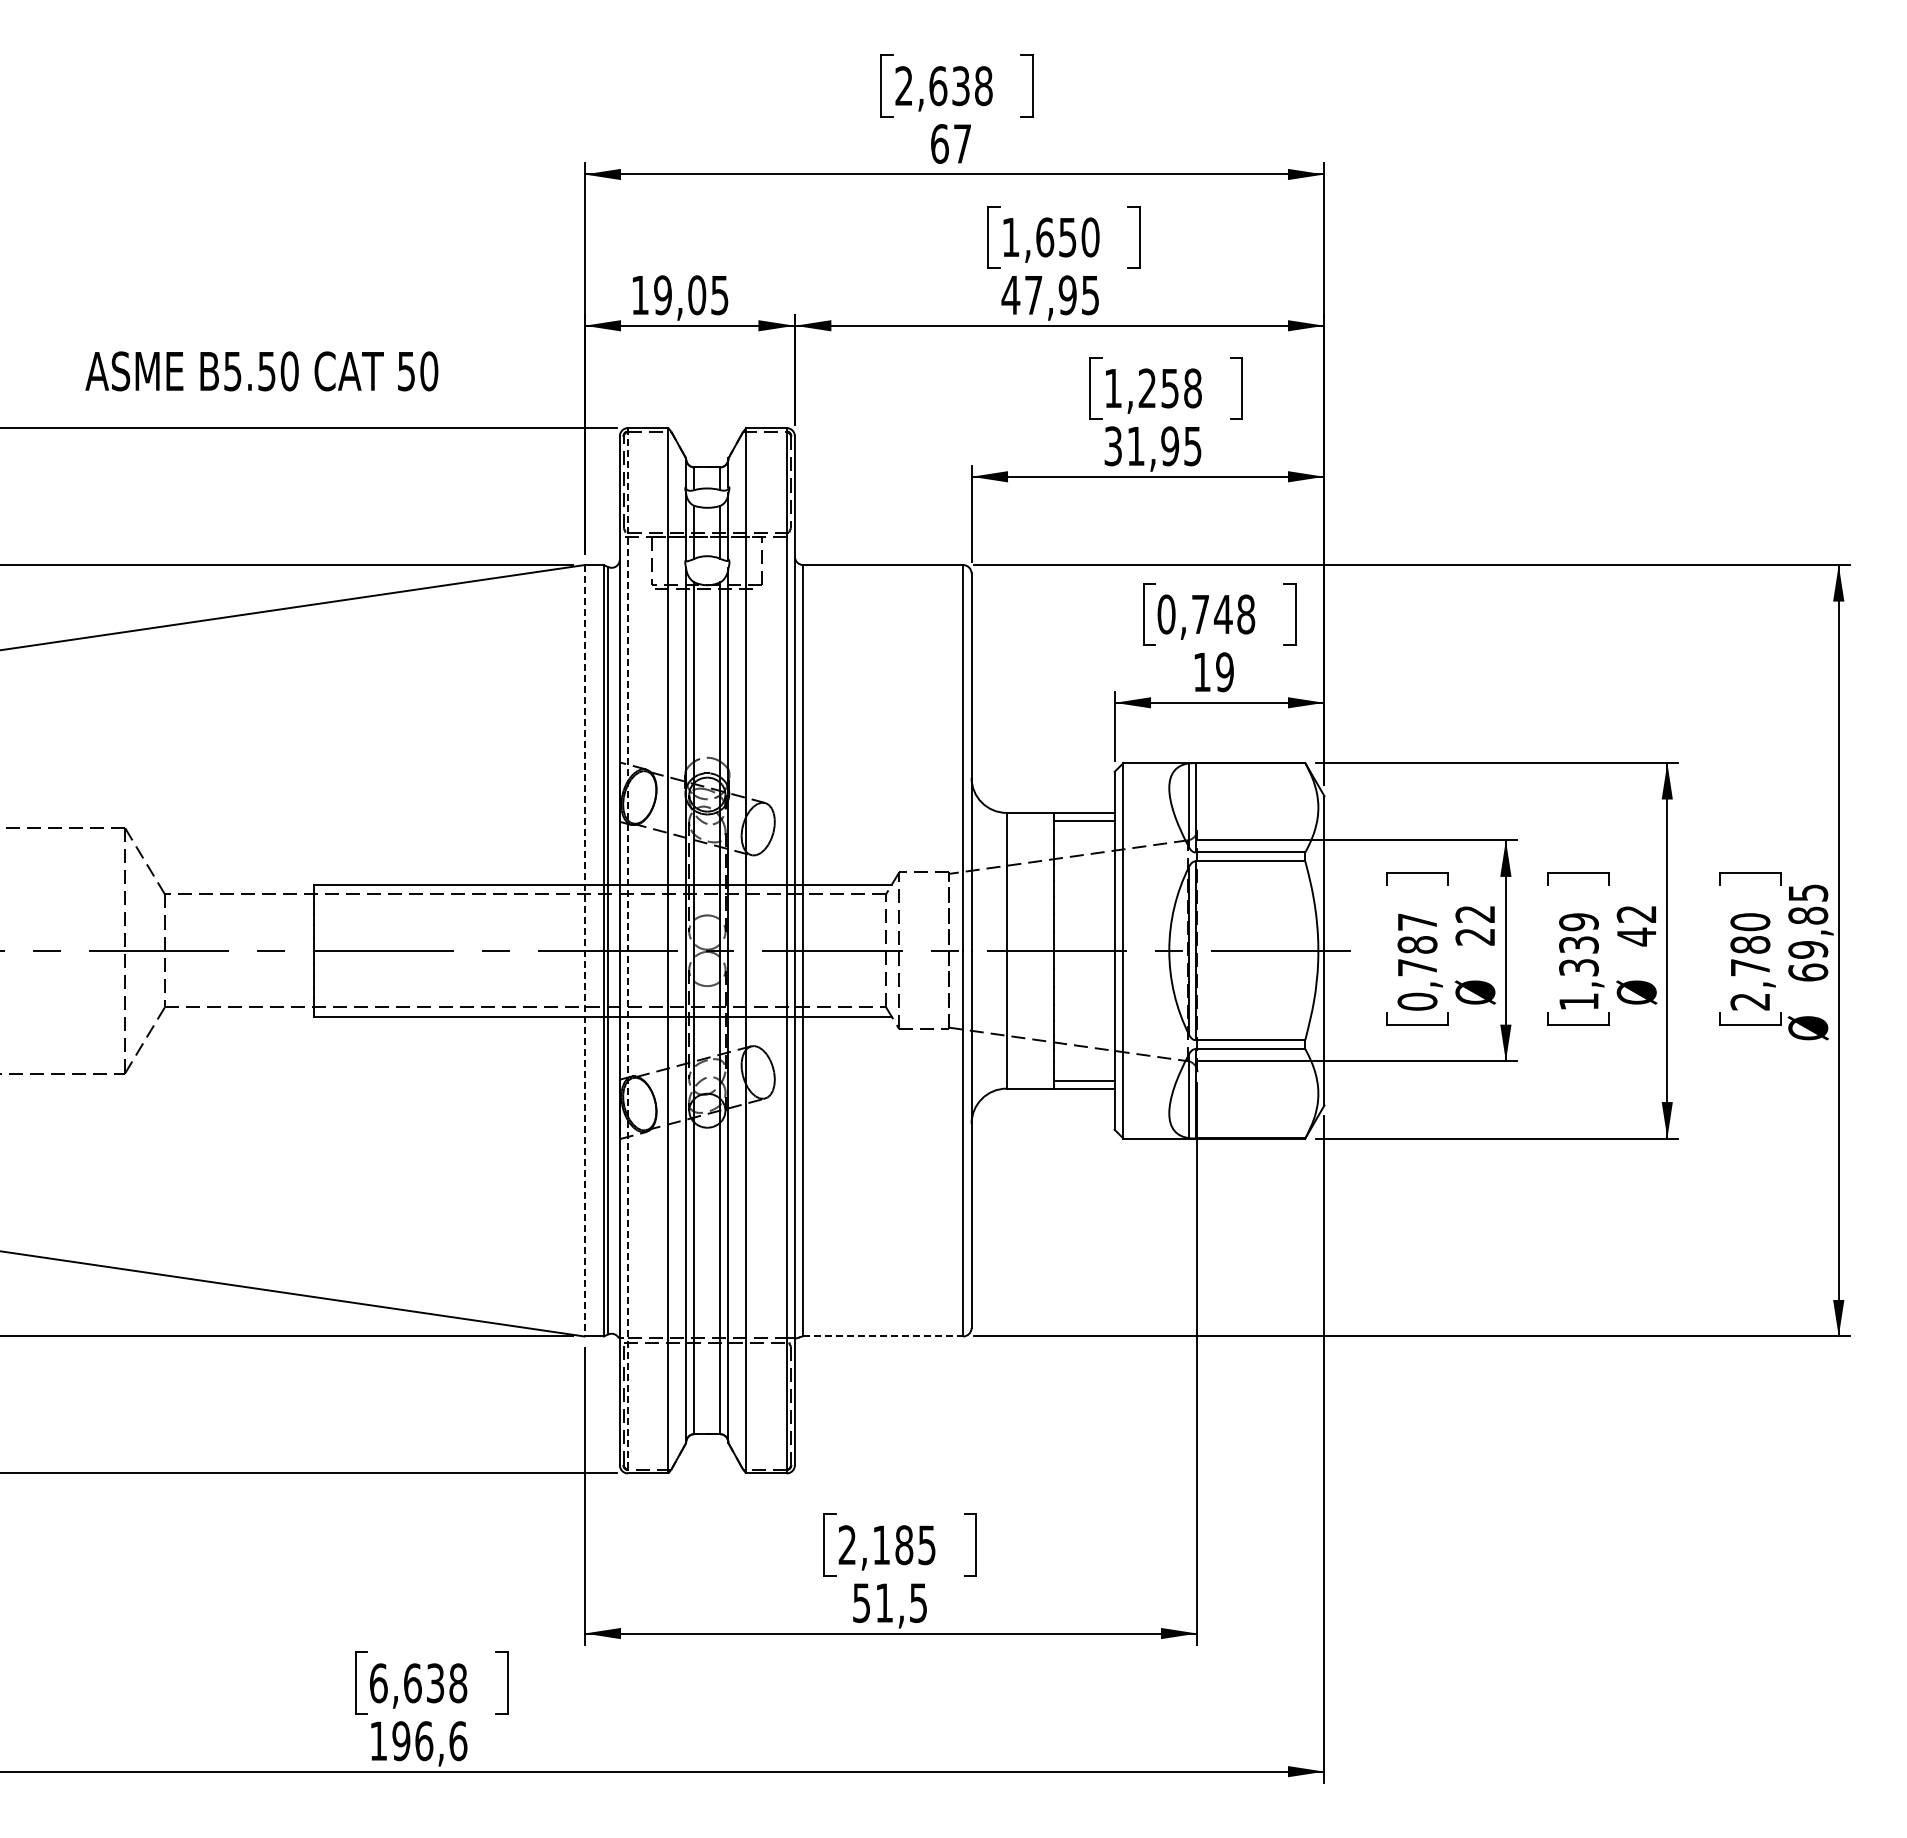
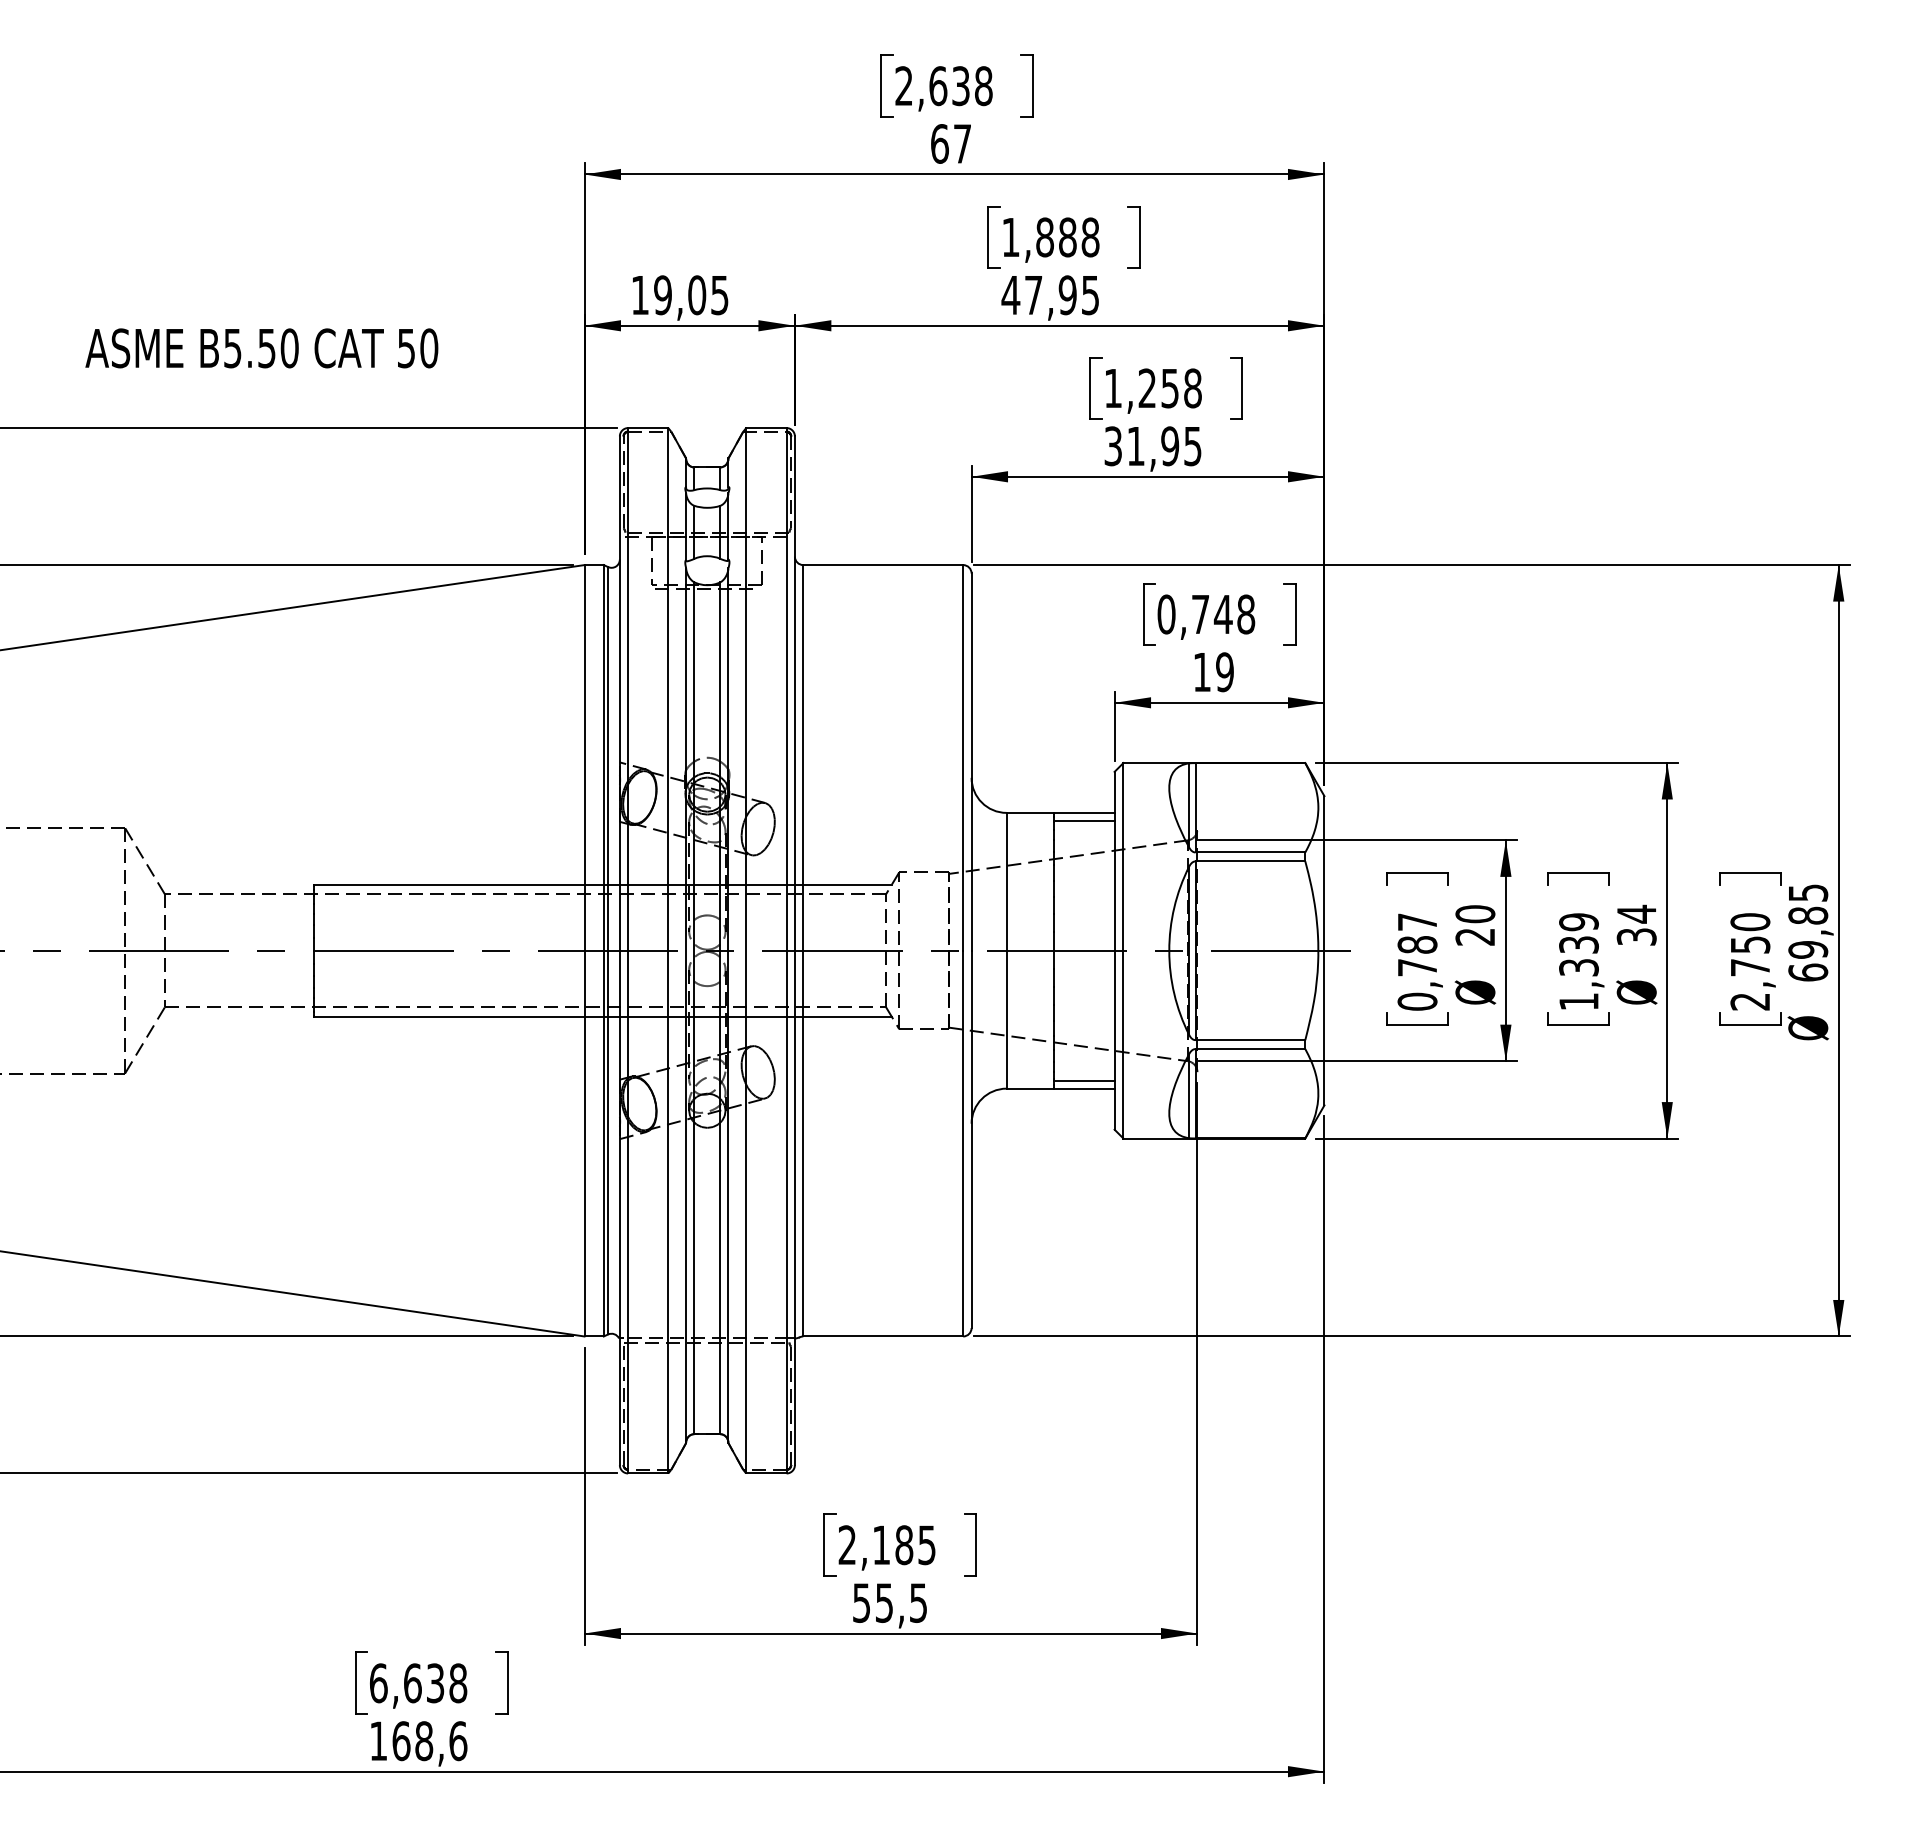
text at (1067, 237): 1,650 -> 1,888
text at (261, 371) position: (261, 371) -> (261, 348)
text at (1475, 914): 22 -> 20
text at (1636, 925): 42 -> 34
text at (1750, 944): 2,780 -> 2,750
line at (584, 950): dashed -> solid
line at (628, 950): dashed -> solid
line at (883, 1336): dashed -> solid
text at (884, 1603): 51,5 -> 55,5
text at (412, 1741): 196,6 -> 168,6
